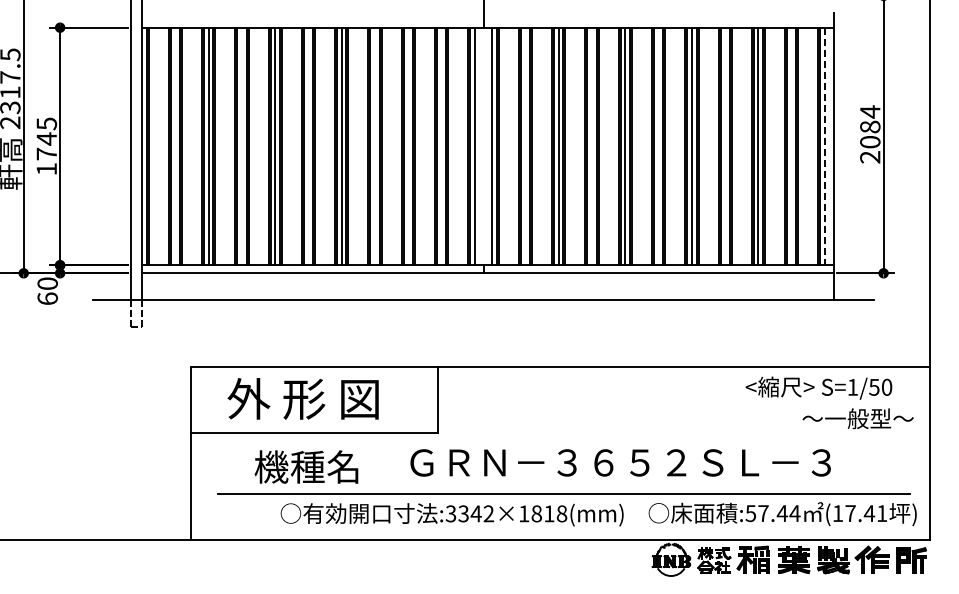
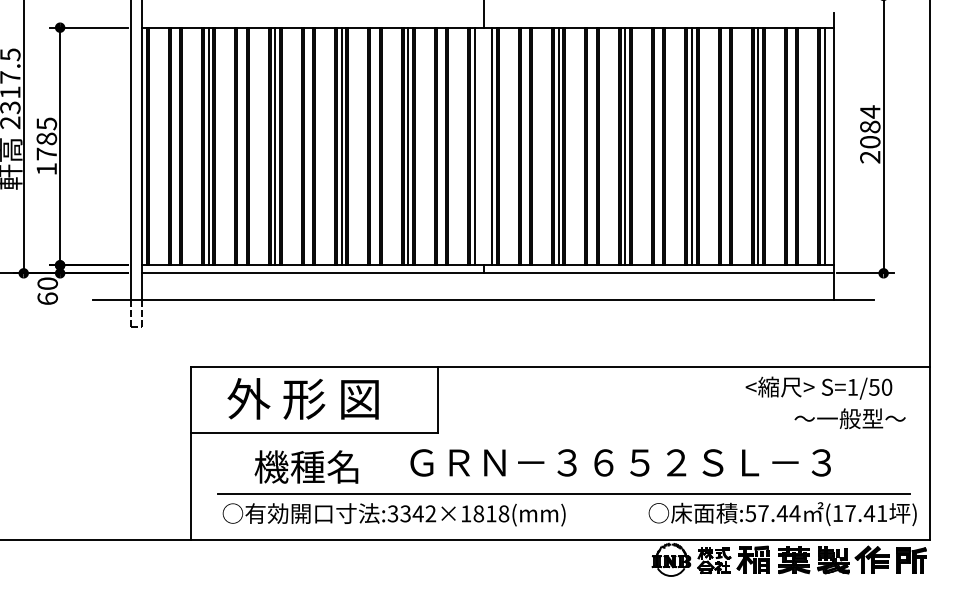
text at (46, 138): 1745 -> 1785
line at (408, 146): none -> present
line at (825, 146): dashed -> solid
text at (857, 418) position: (857, 418) -> (849, 418)
text at (451, 514) position: (451, 514) -> (393, 514)
